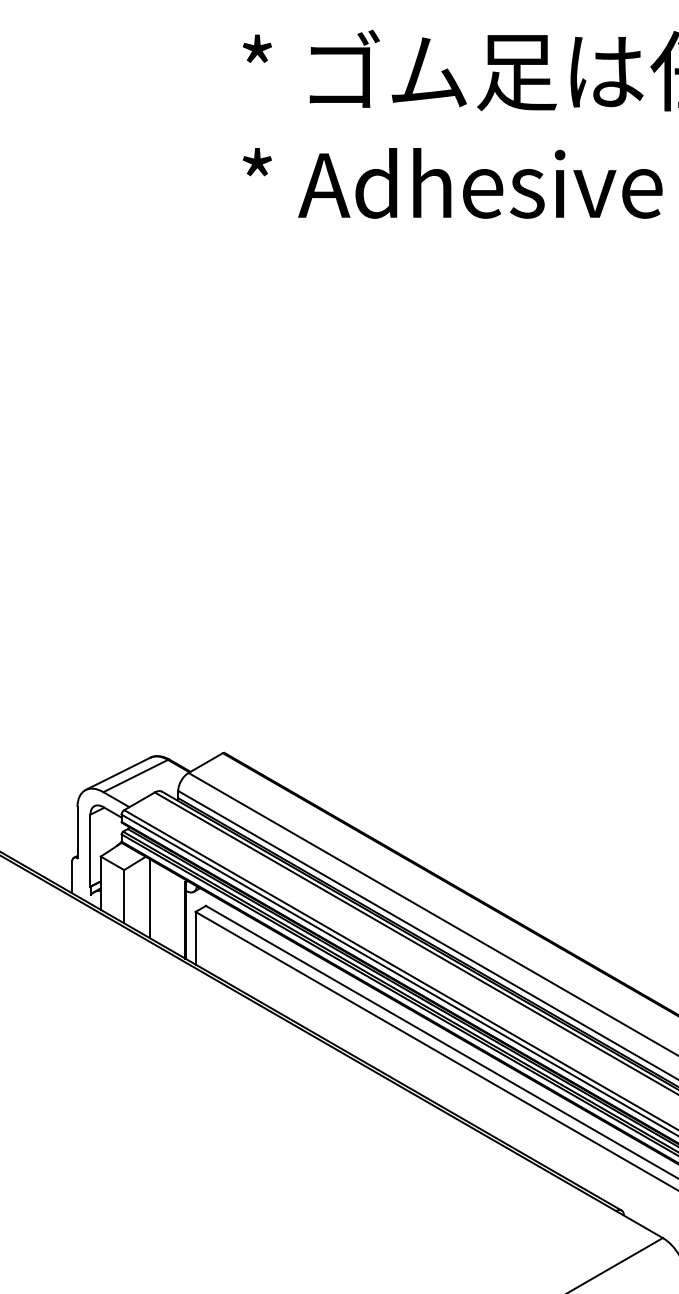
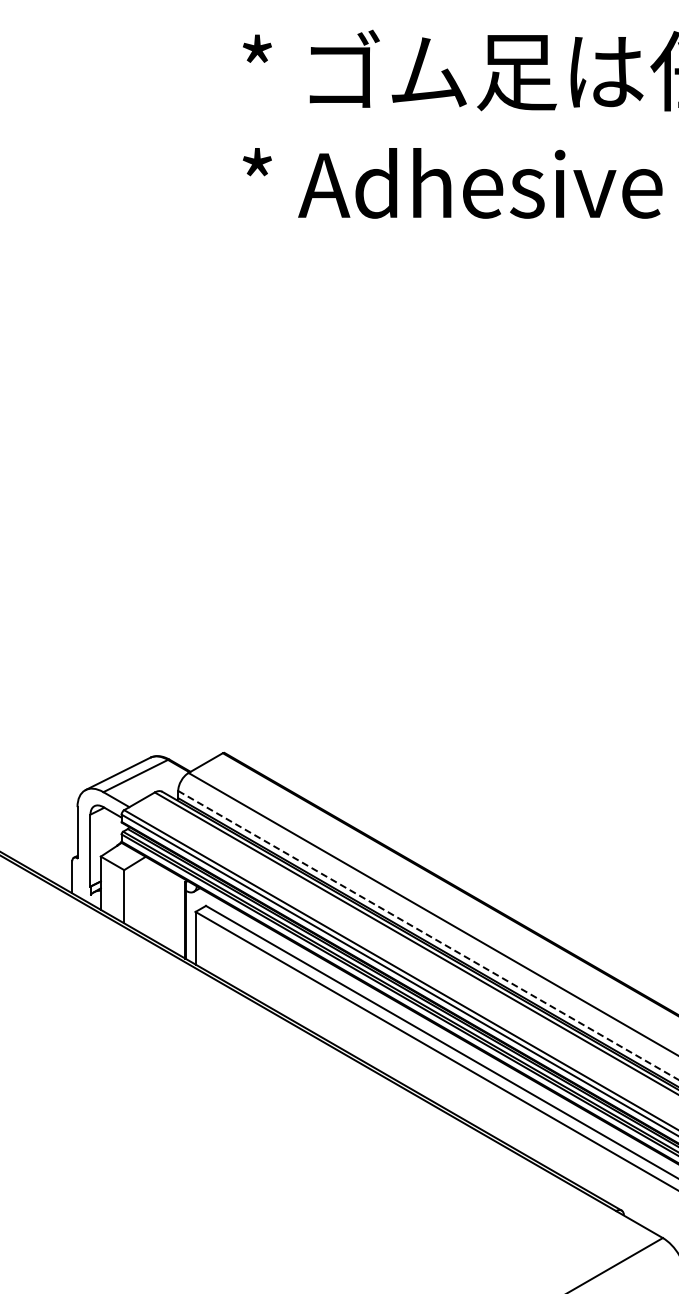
line at (150, 898): present -> none
line at (428, 935): solid -> dashed
